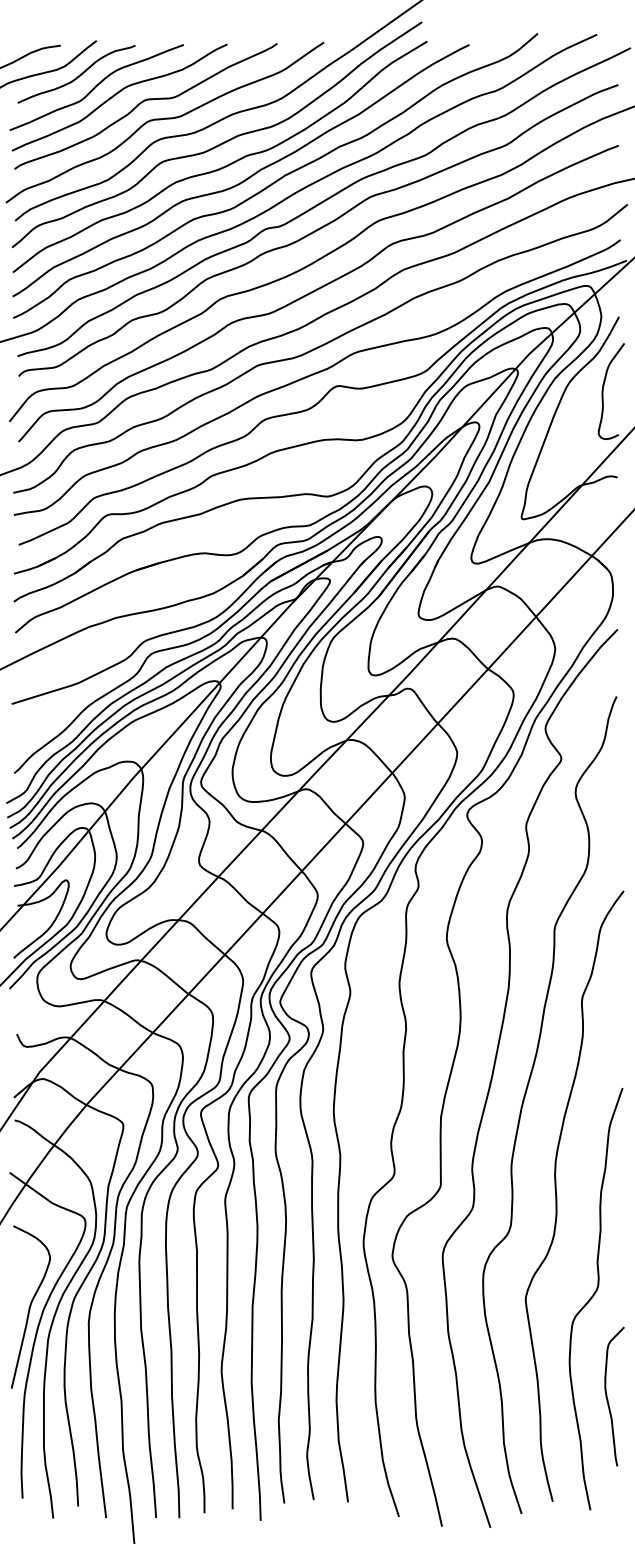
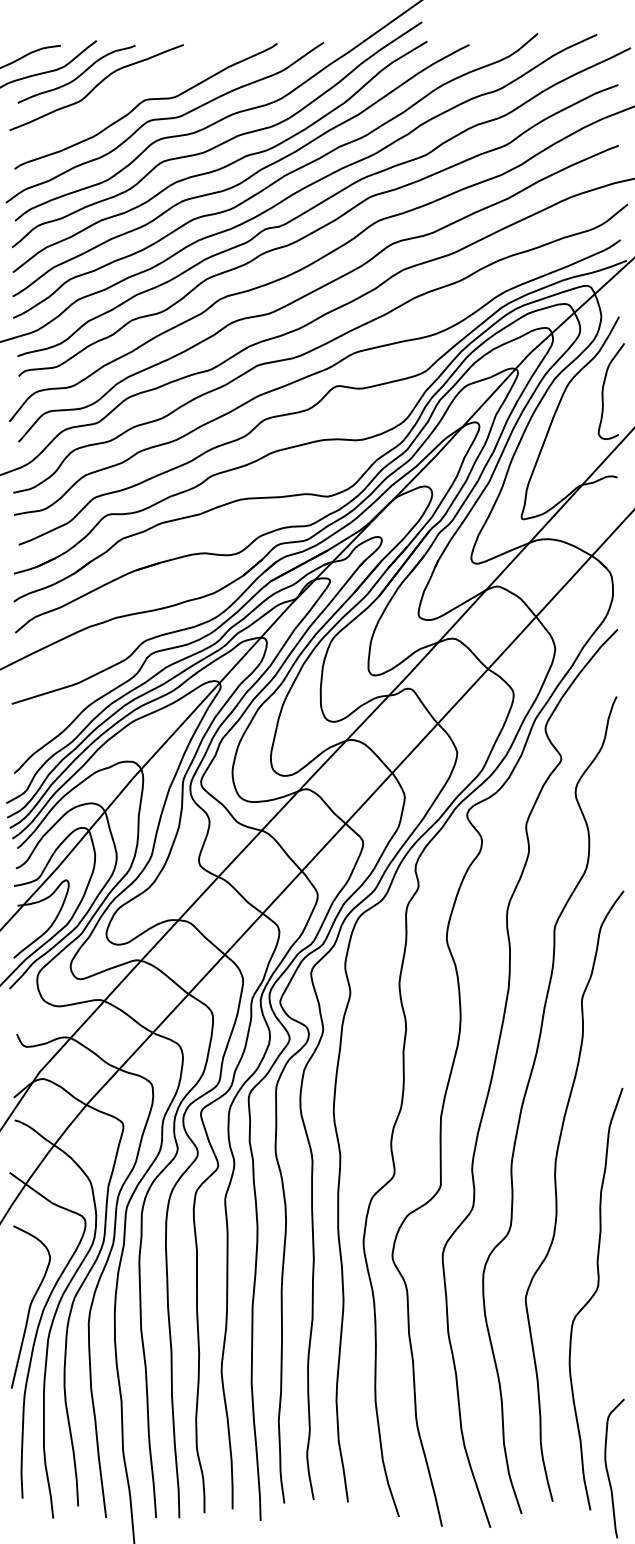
curve at (117, 94): present -> none
curve at (608, 1399) position: (608, 1399) -> (608, 1471)
